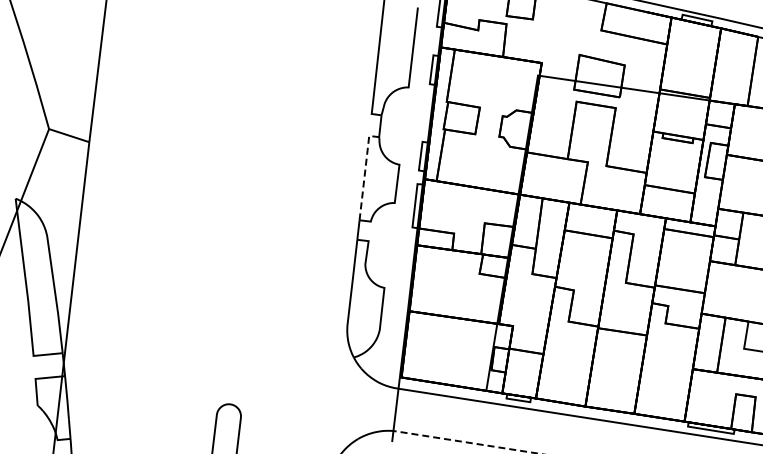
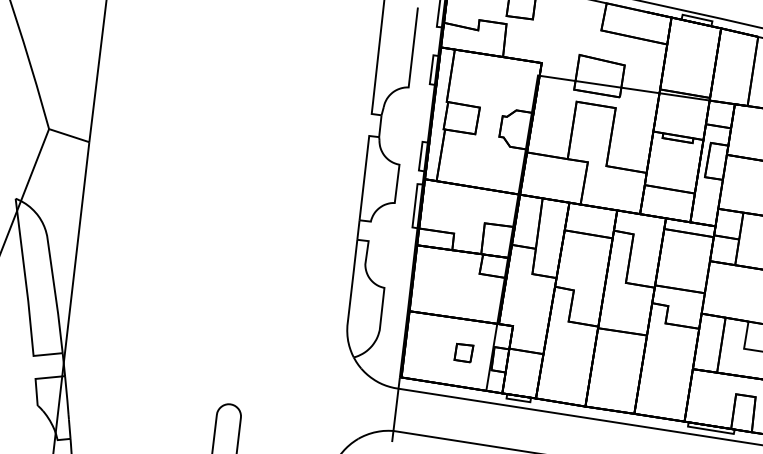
line at (365, 172): dashed -> solid
part at (463, 352): none -> present
line at (465, 442): dashed -> solid
